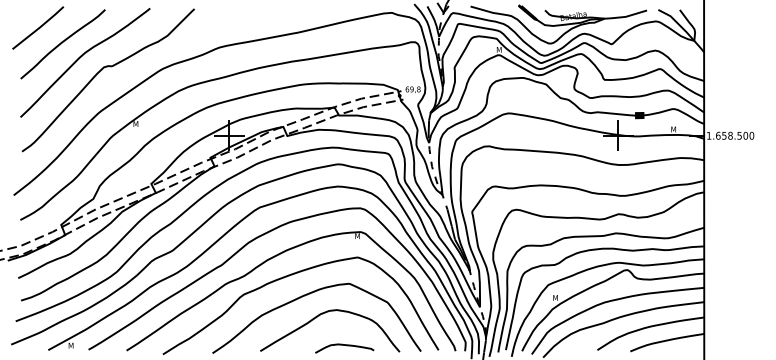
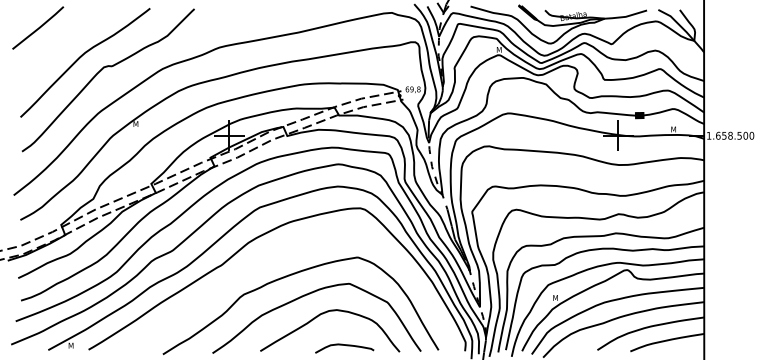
curve at (62, 43): present -> none
part at (275, 257): present -> none
